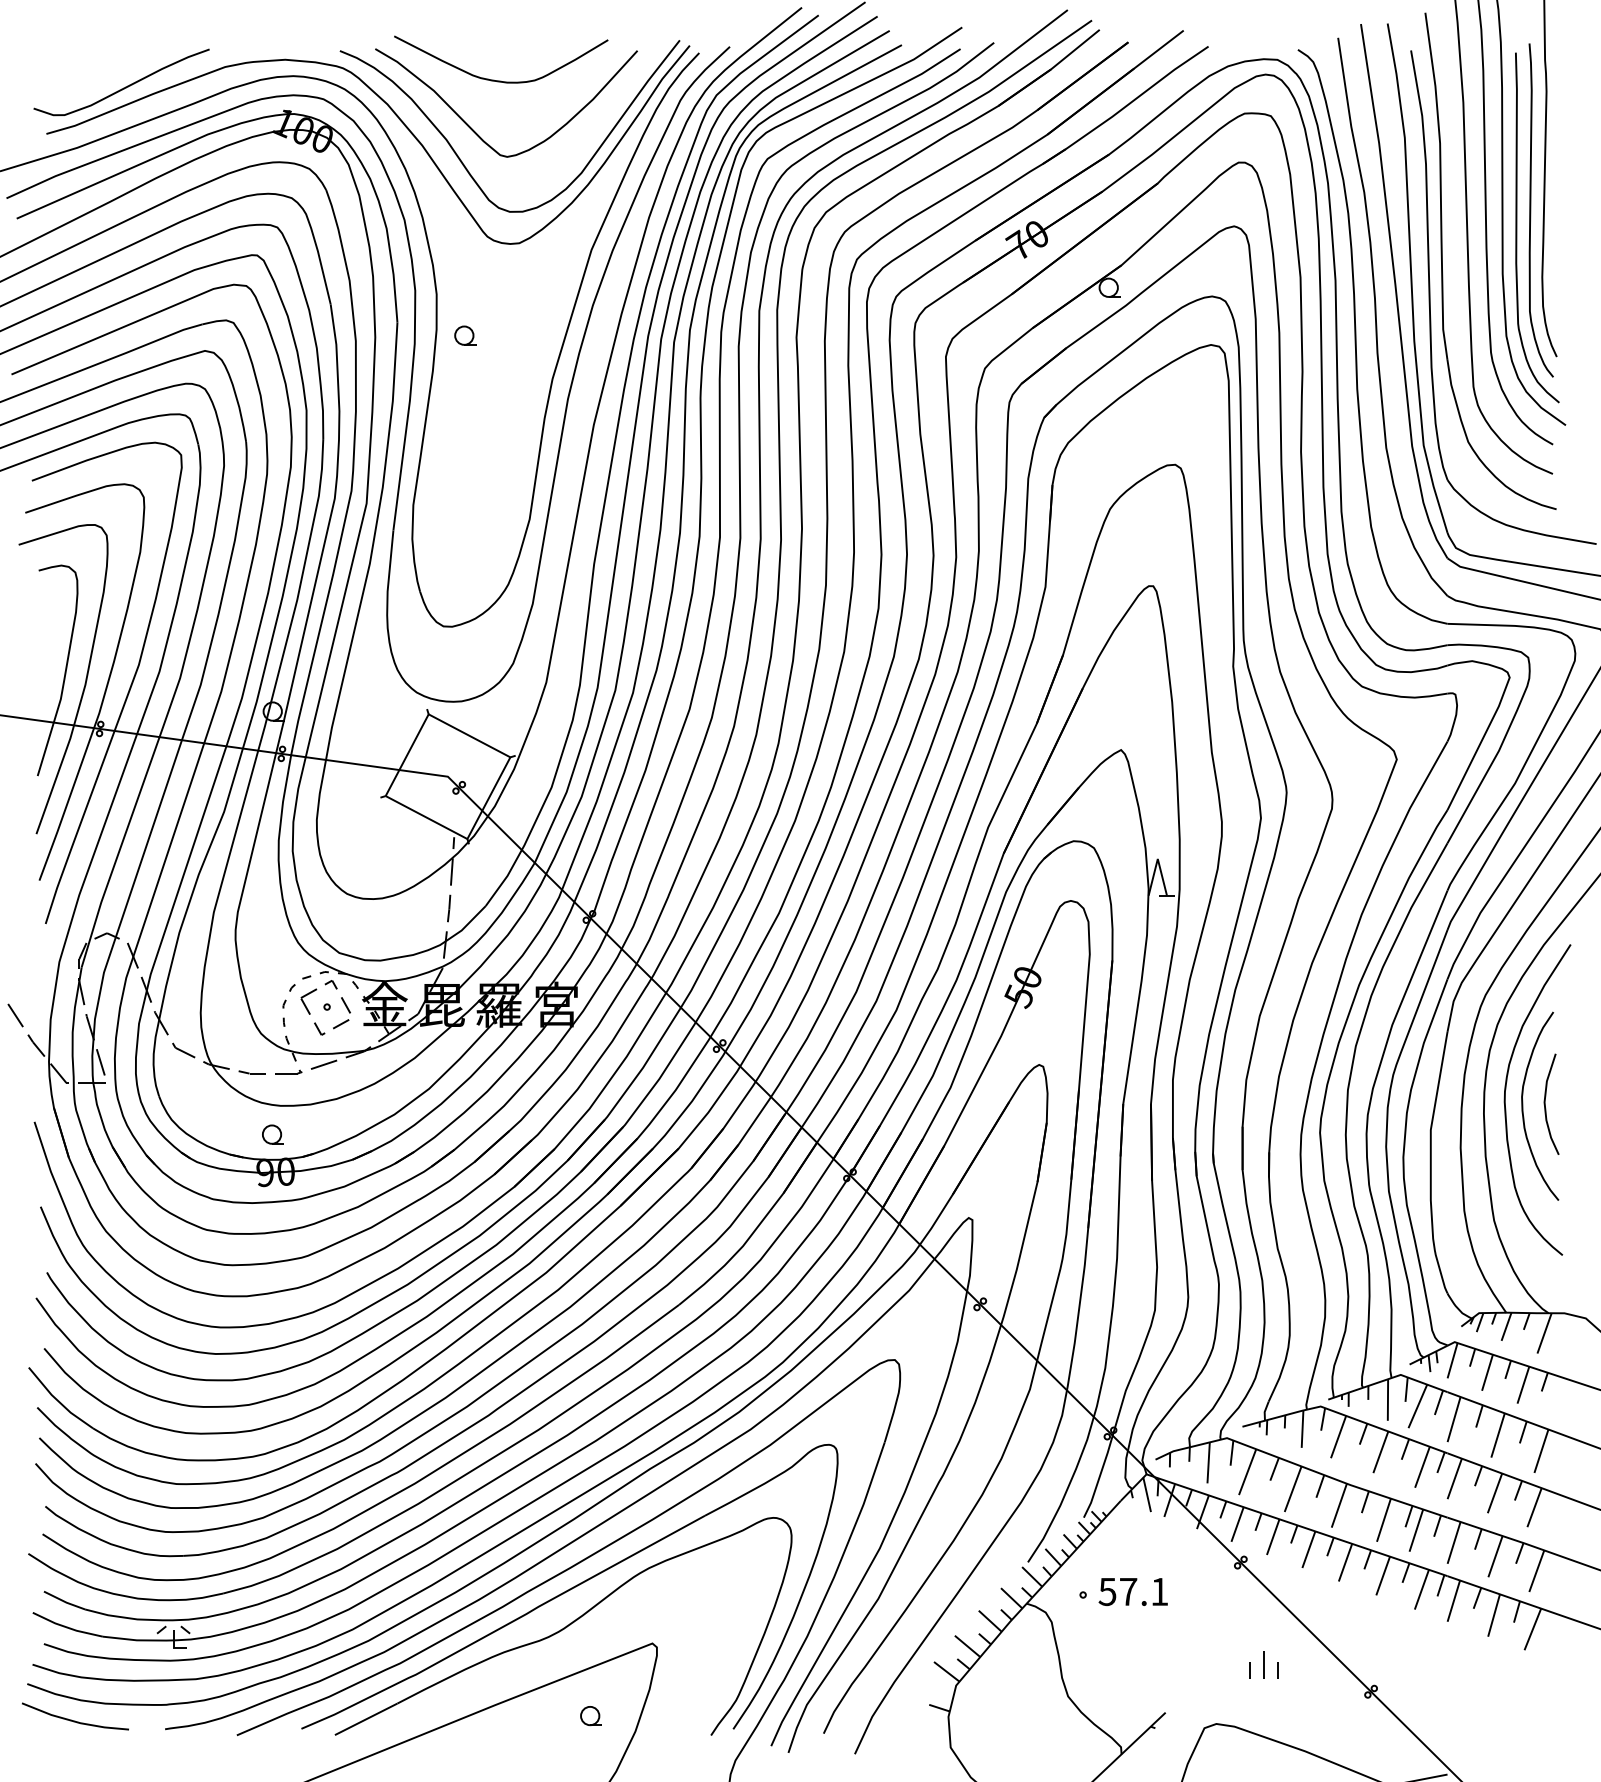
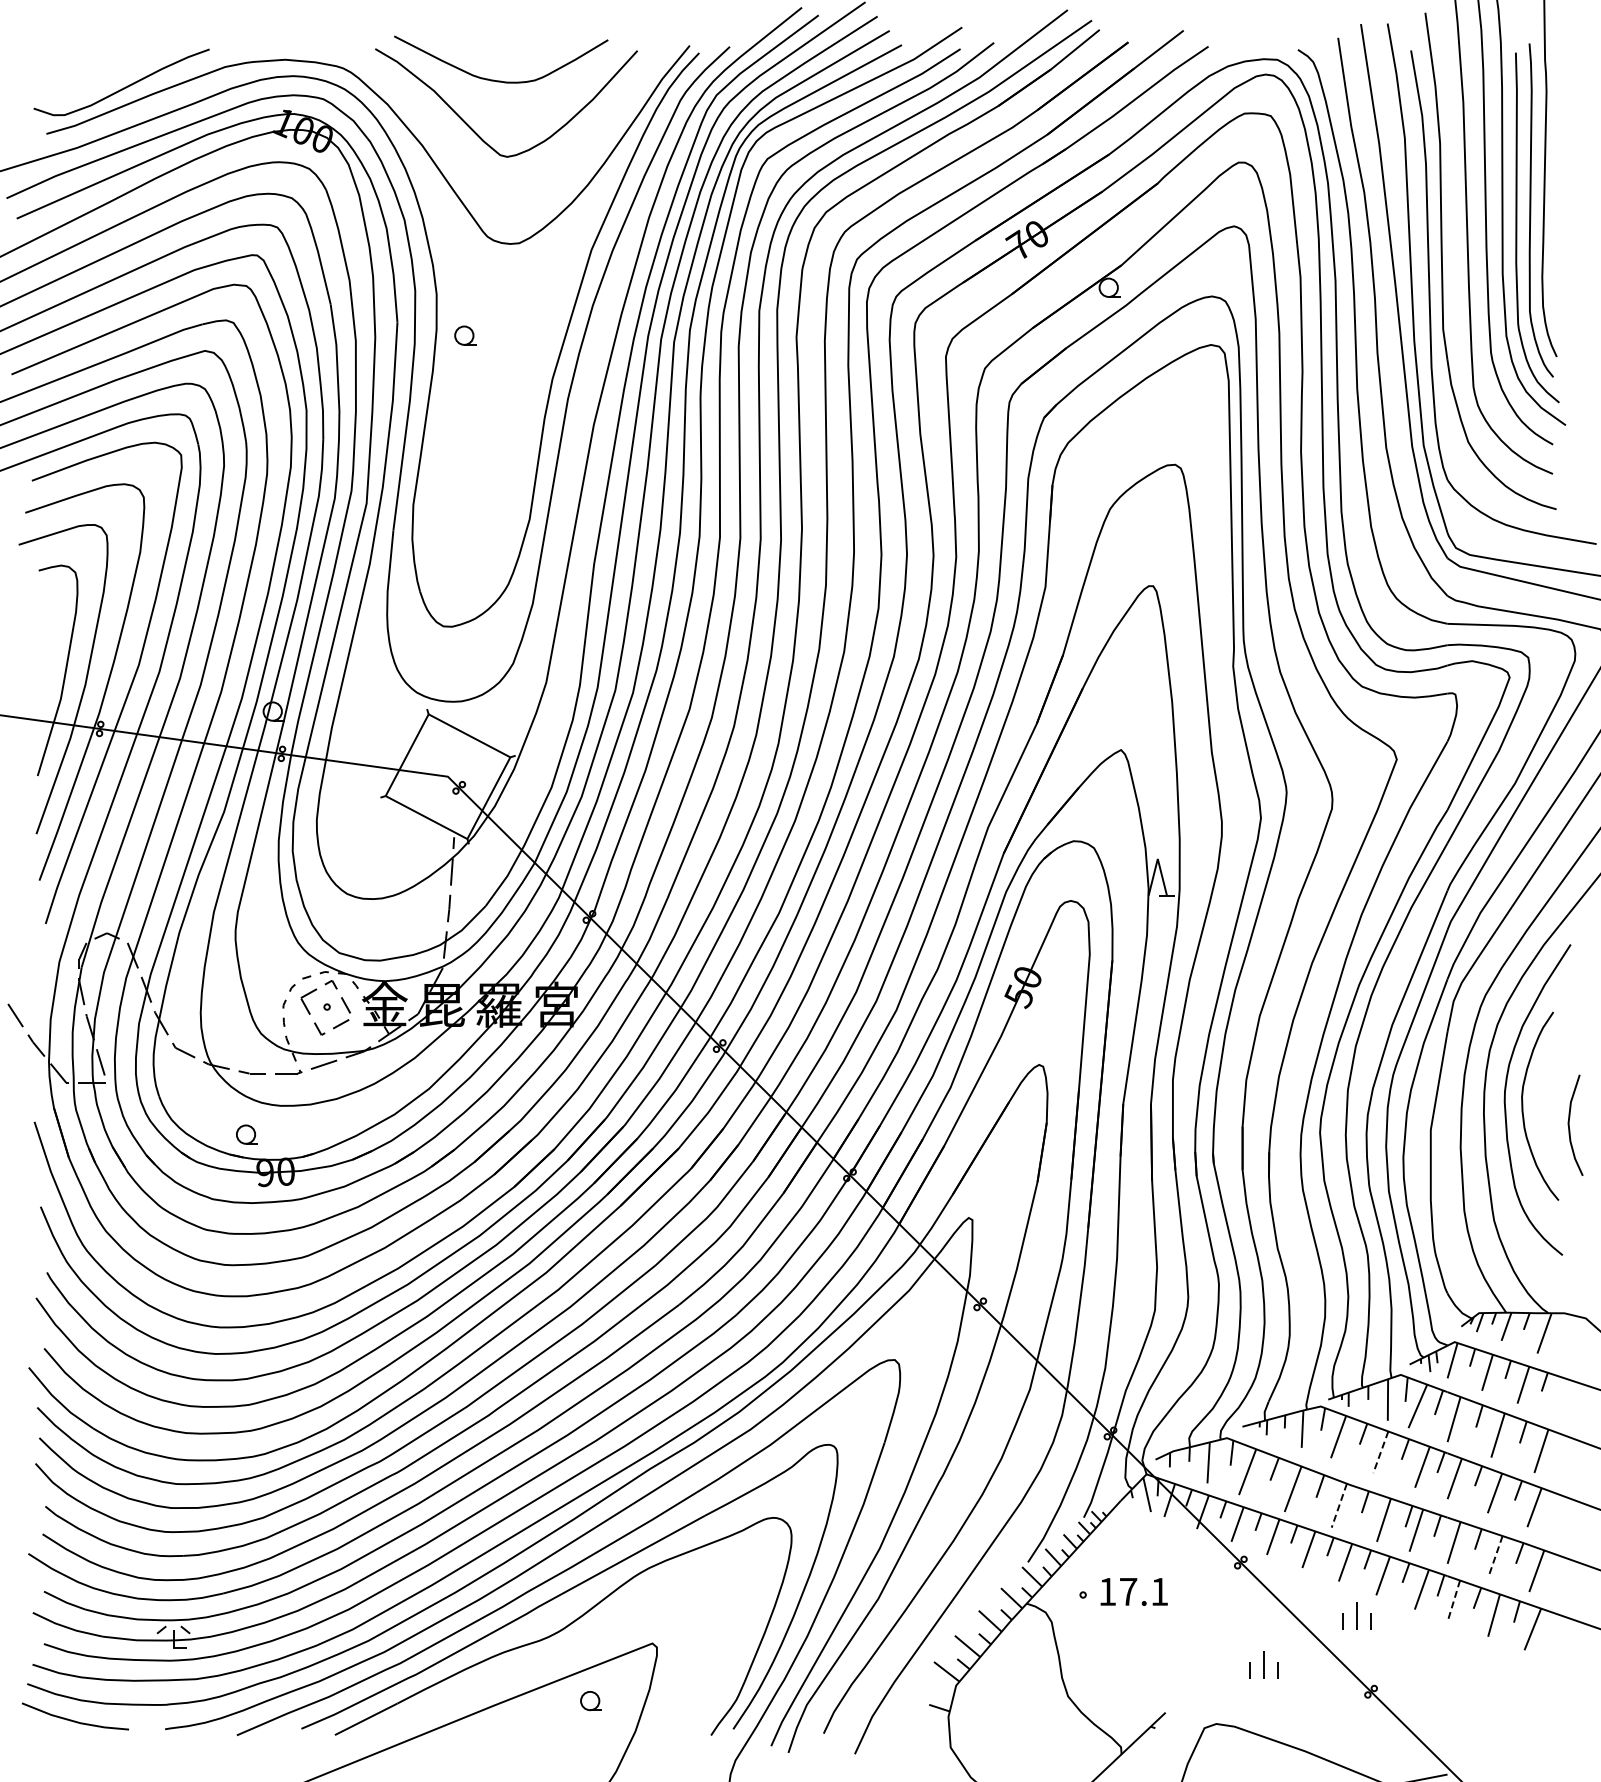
curve at (460, 158): present -> none
curve at (1545, 1103) position: (1545, 1103) -> (1569, 1124)
part at (272, 1134) position: (272, 1134) -> (246, 1134)
line at (1380, 1452): solid -> dashed
line at (1339, 1506): solid -> dashed
line at (1495, 1556): solid -> dashed
text at (1107, 1592): 57.1 -> 17.1
line at (1453, 1601): solid -> dashed
part at (1356, 1615): none -> present
part at (590, 1716) position: (590, 1716) -> (590, 1701)
